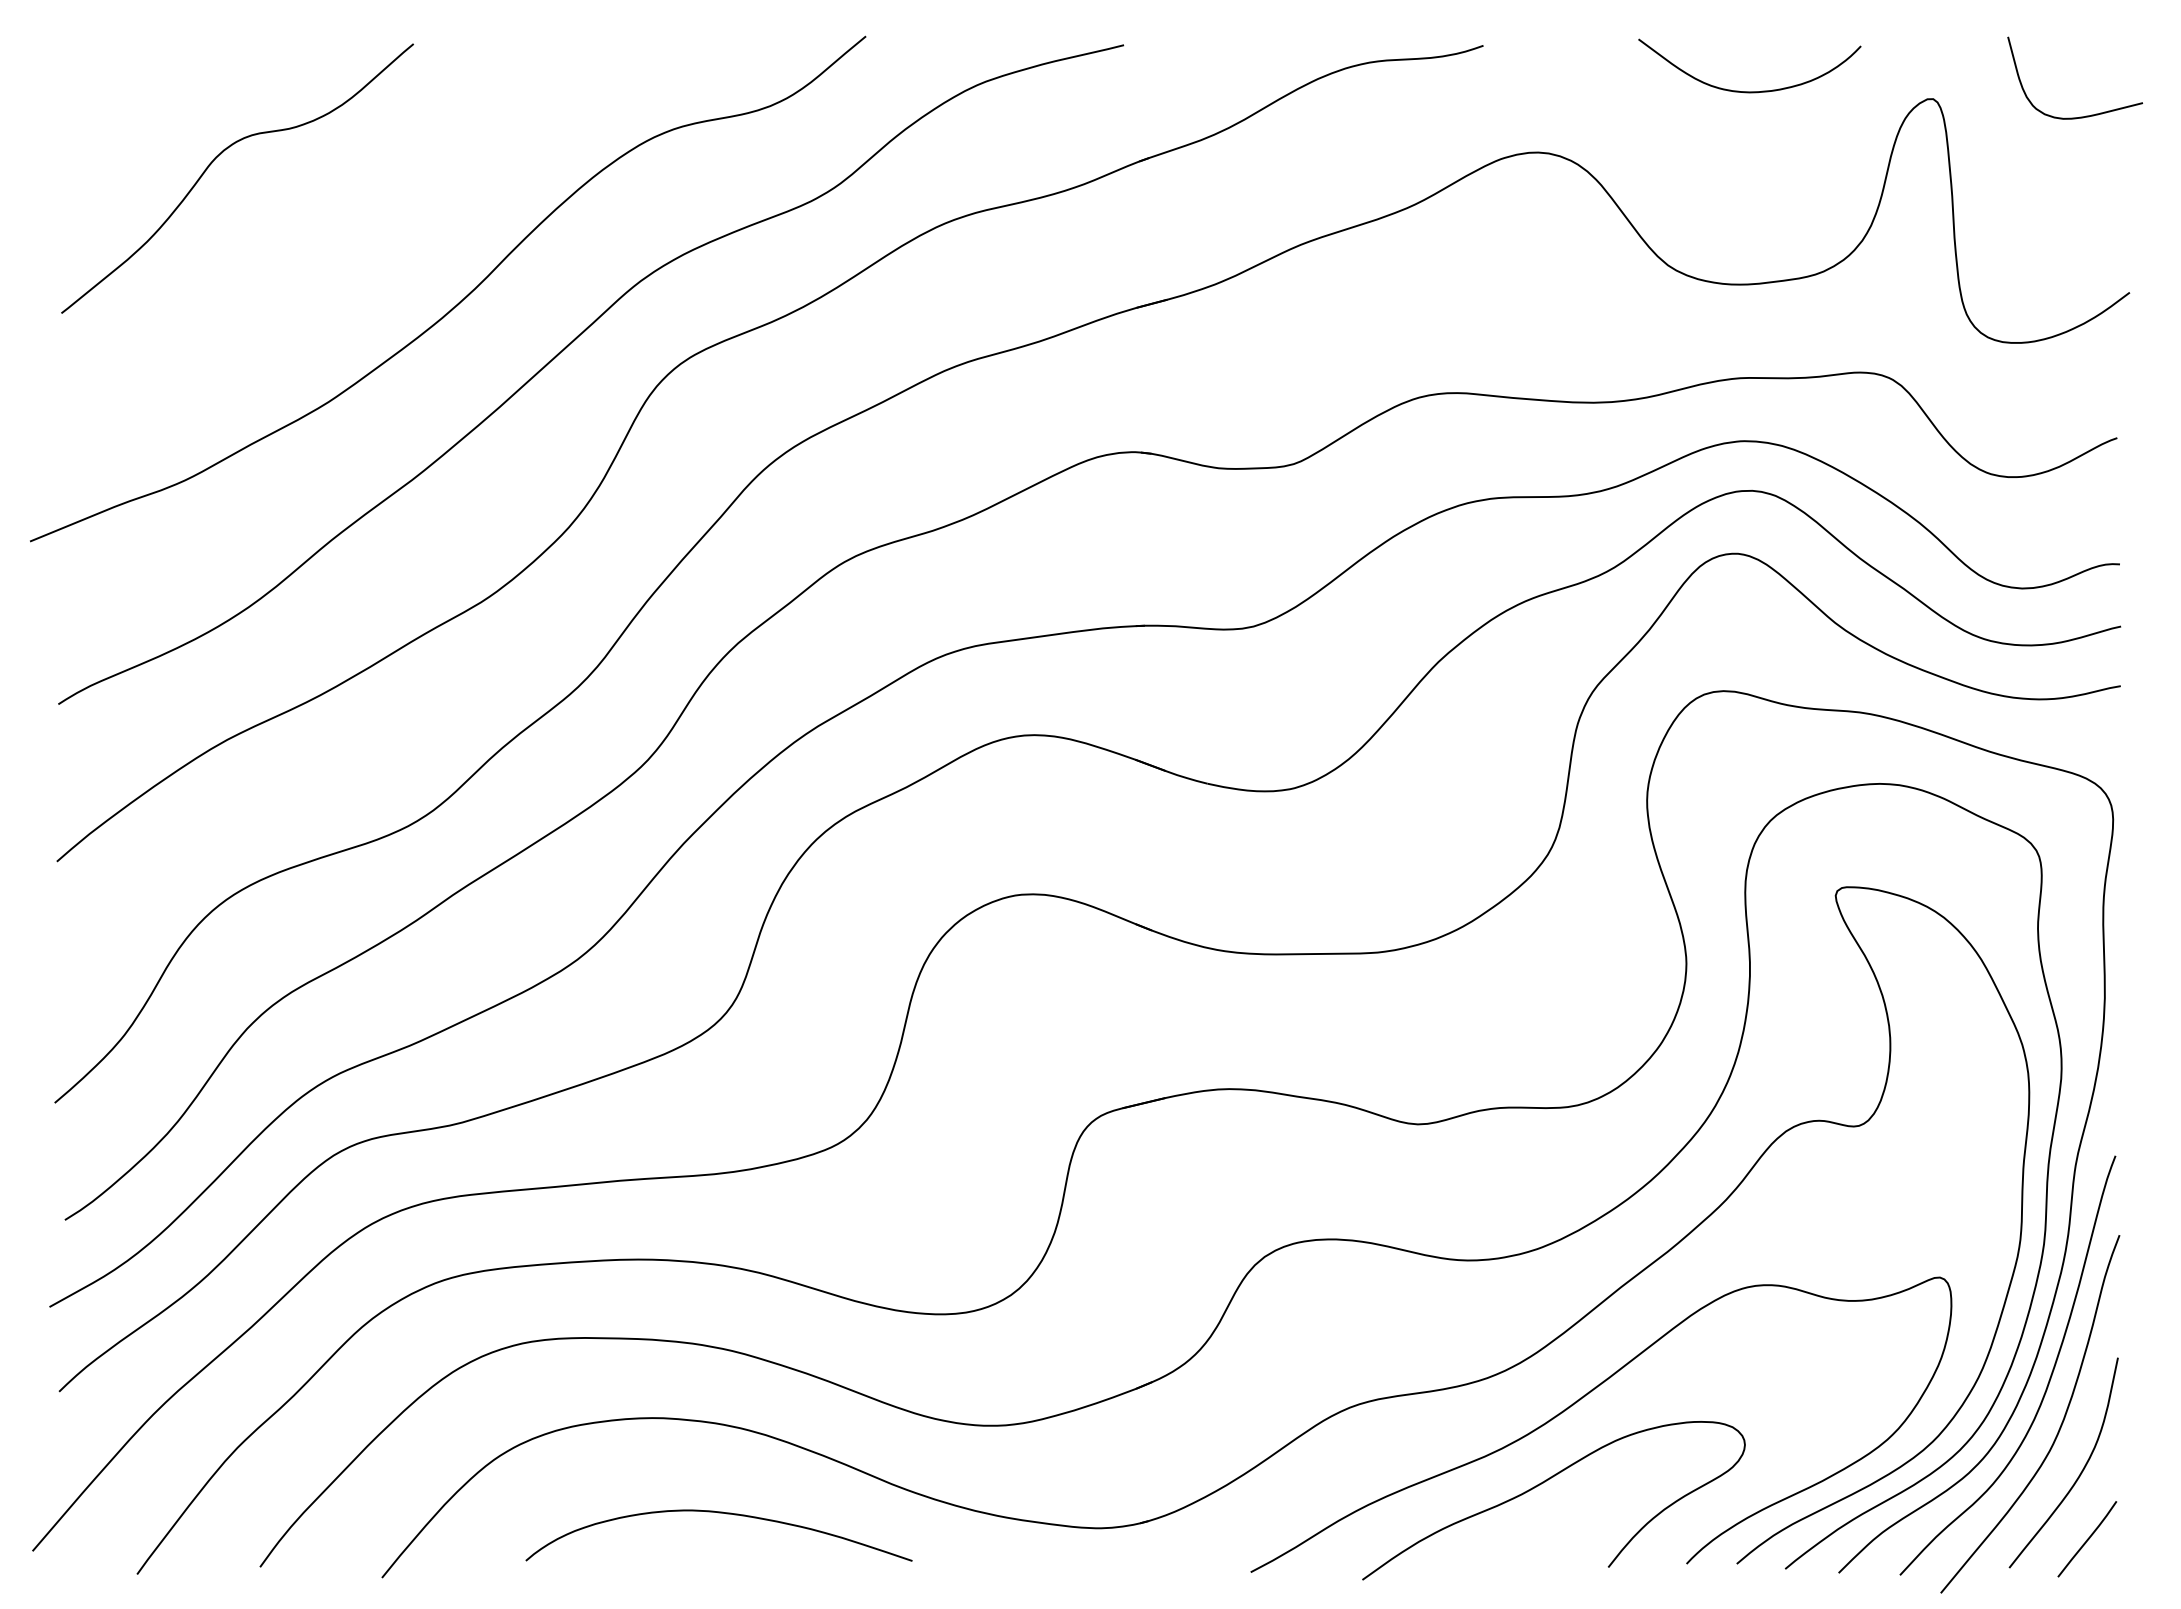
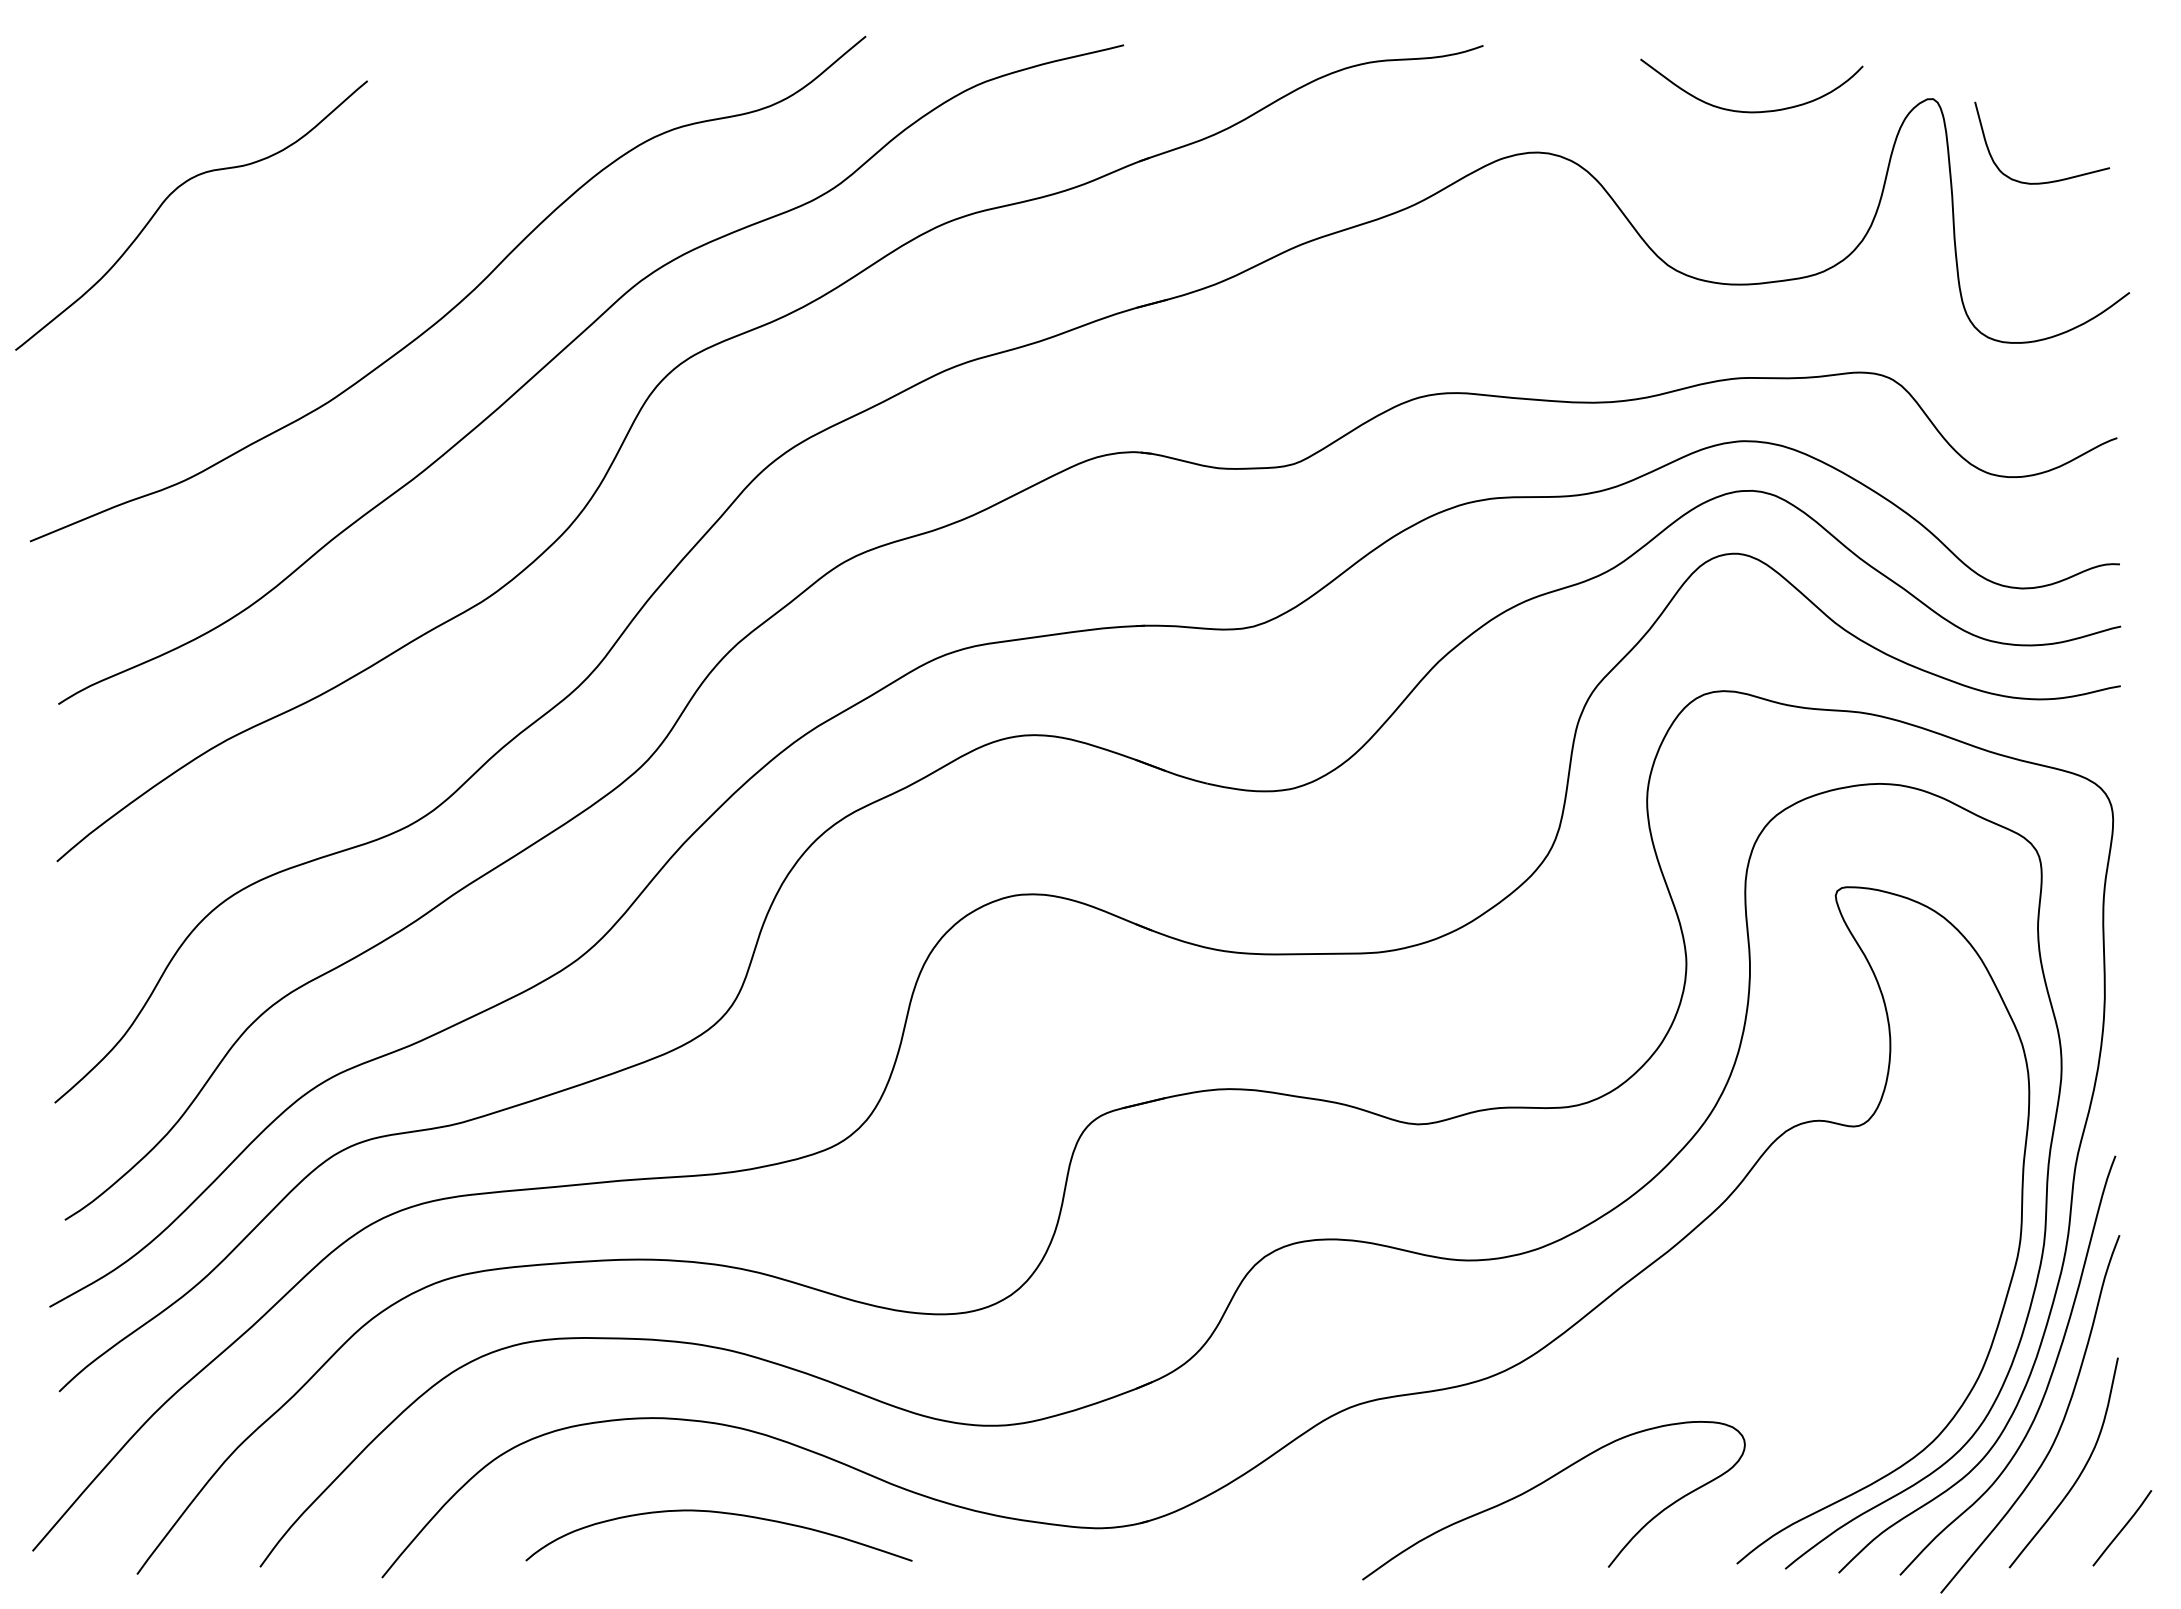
curve at (1749, 91) position: (1749, 91) -> (1751, 111)
curve at (2079, 116) position: (2079, 116) -> (2046, 181)
curve at (221, 154) position: (221, 154) -> (175, 191)
curve at (1580, 1400): present -> none
curve at (2087, 1539) position: (2087, 1539) -> (2122, 1528)
